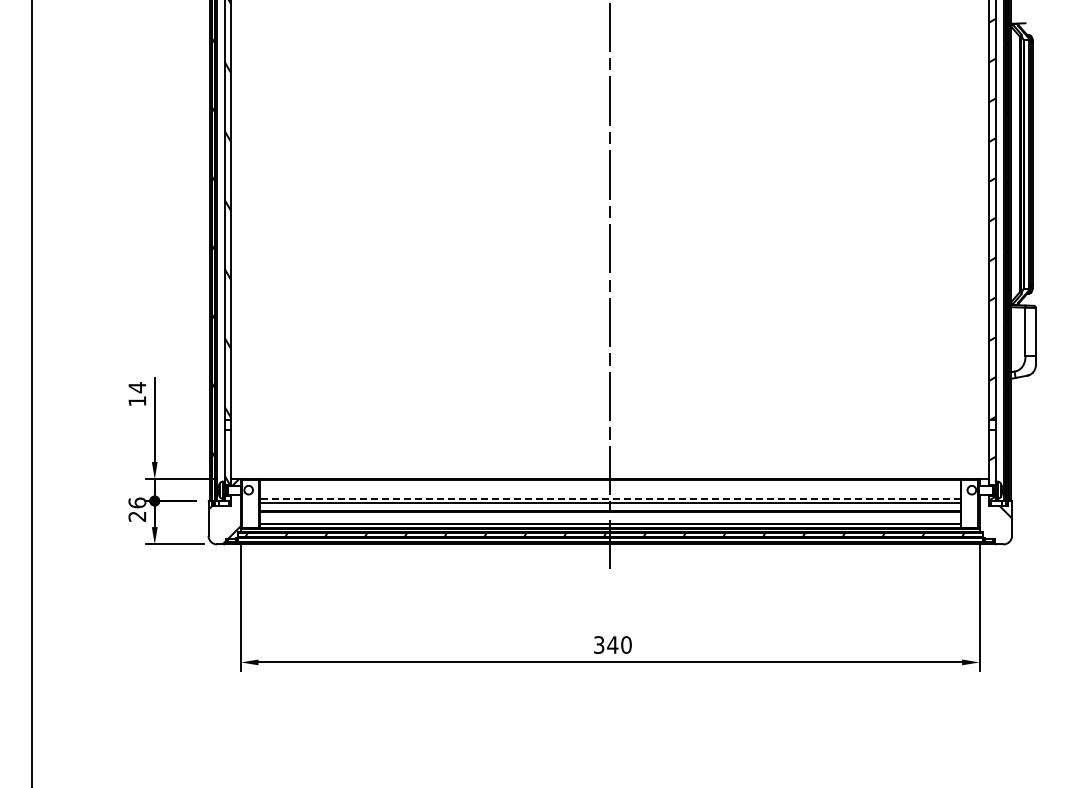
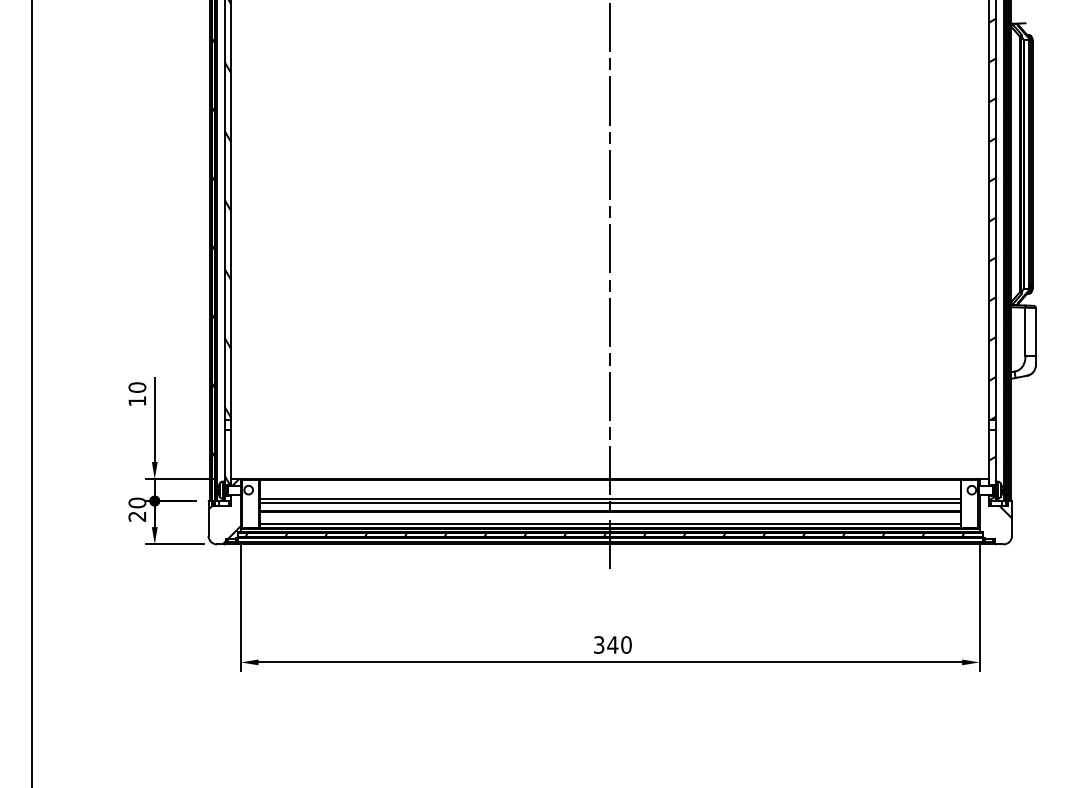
text at (137, 387): 14 -> 10
line at (610, 498): dashed -> solid
text at (136, 502): 26 -> 20
